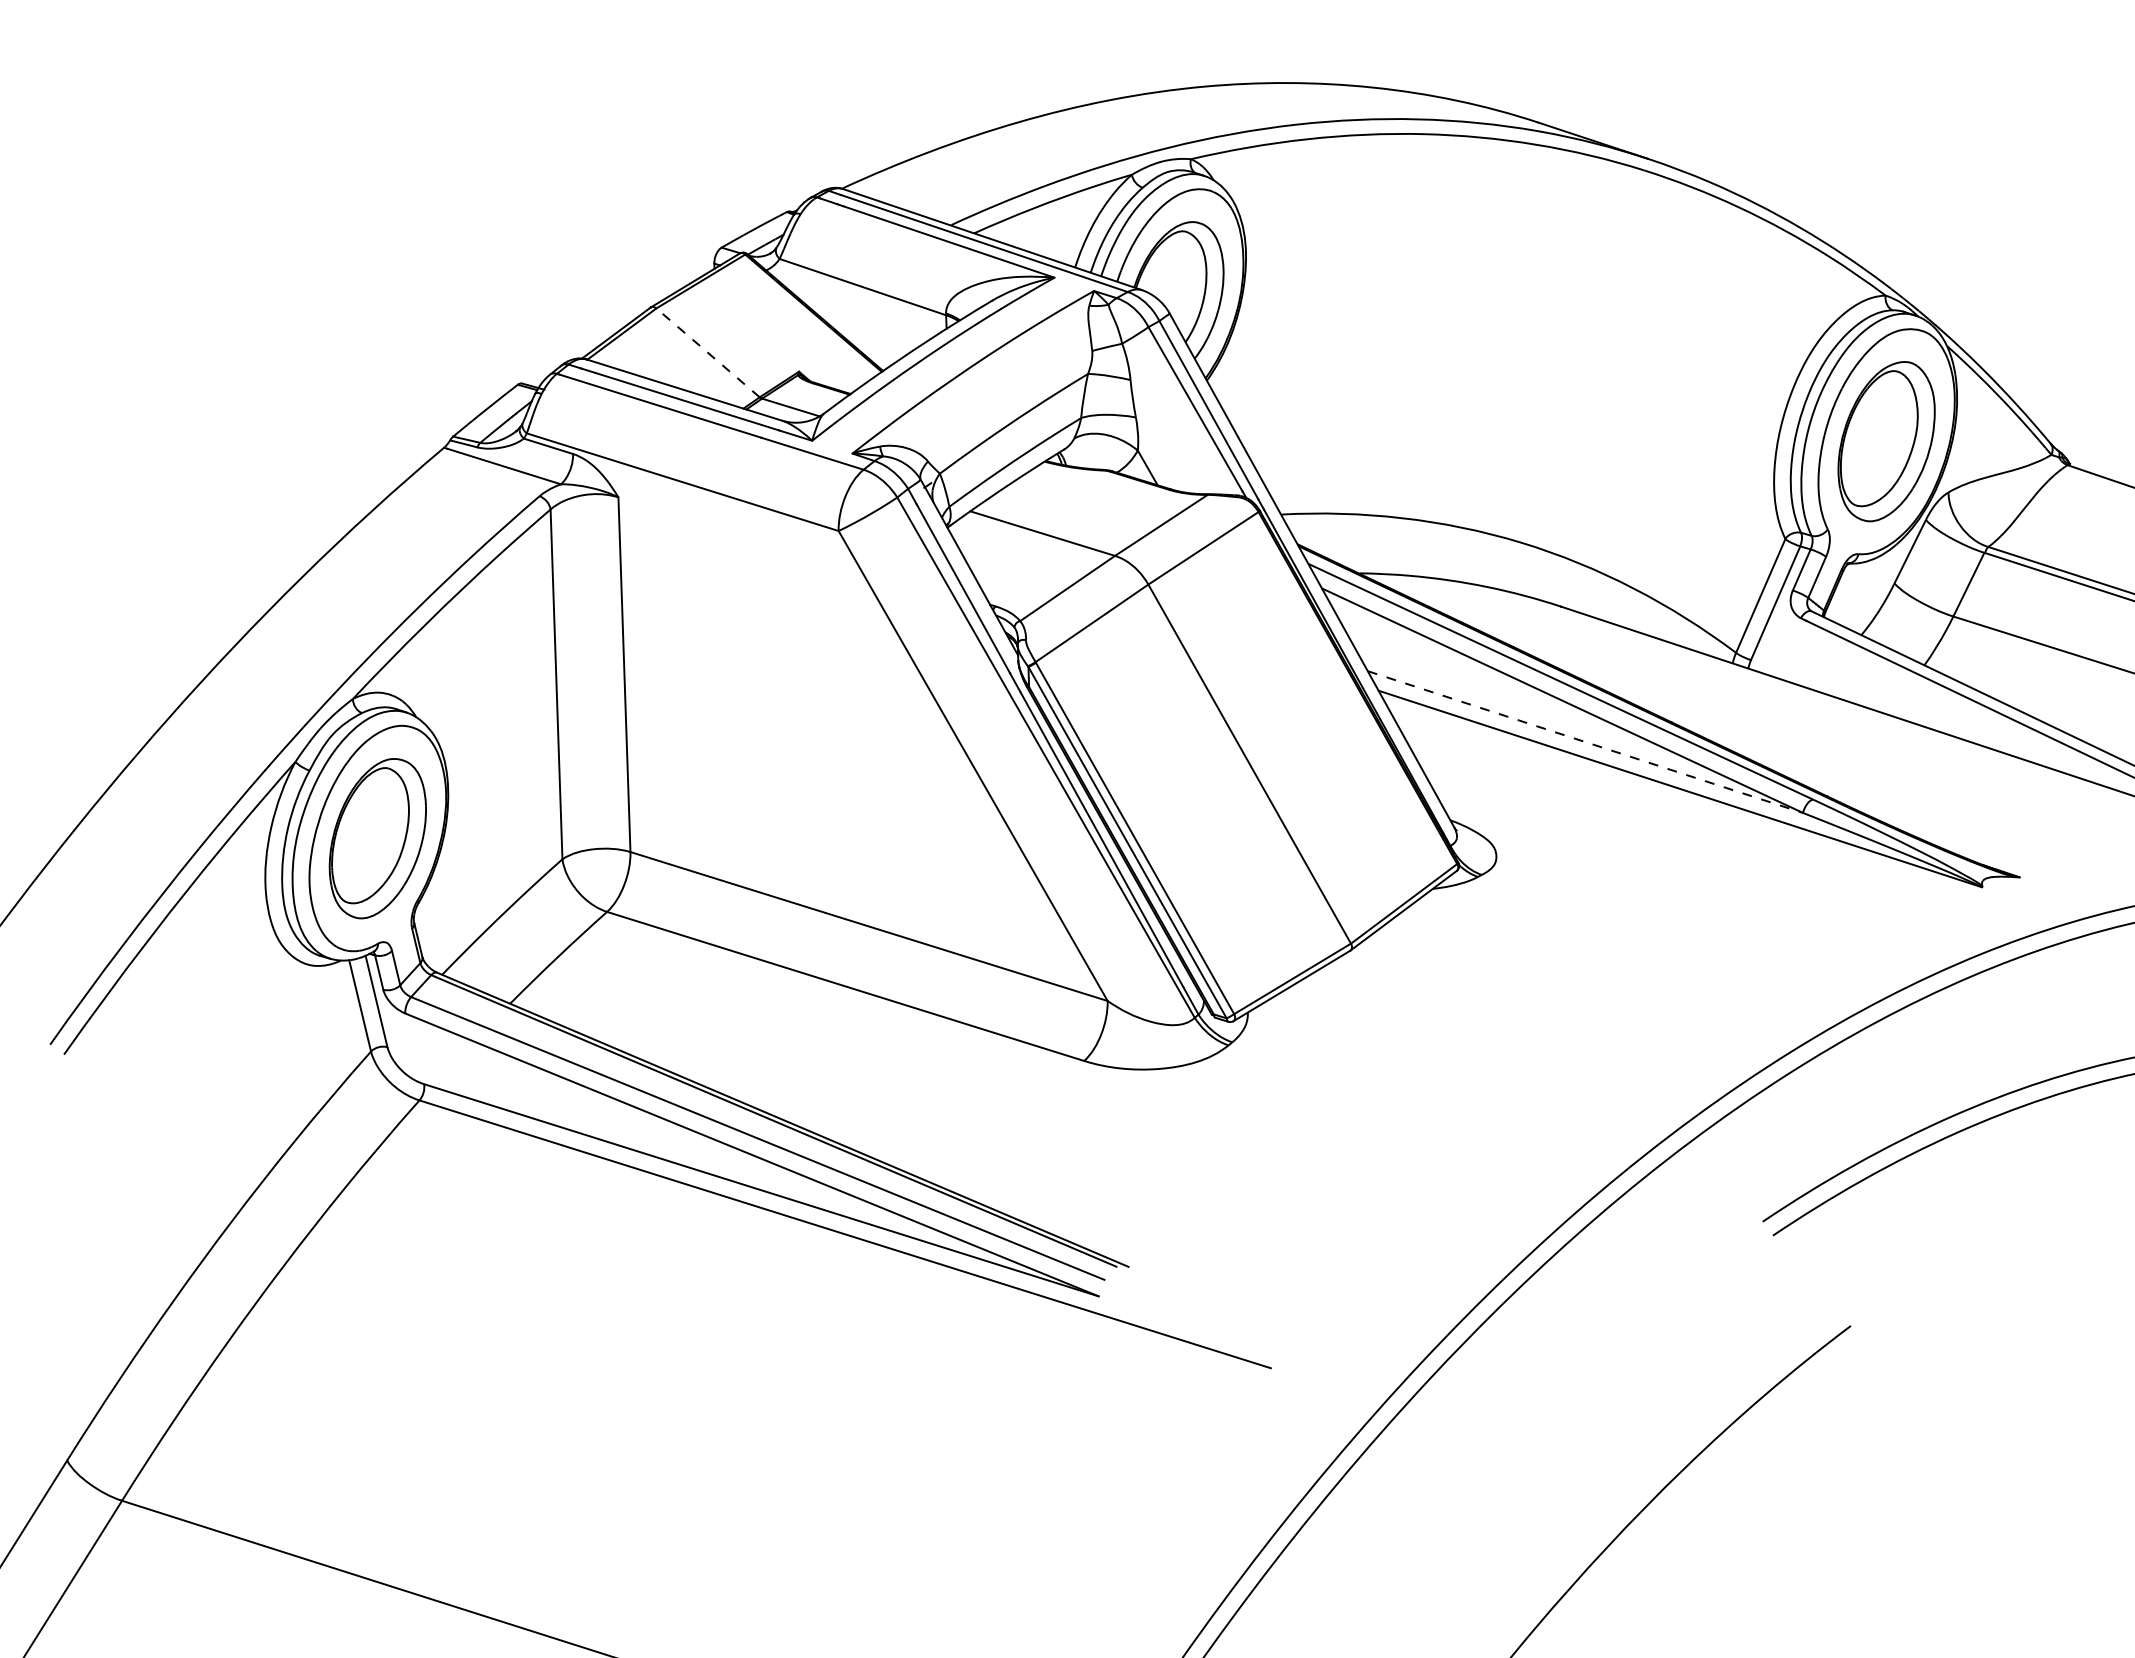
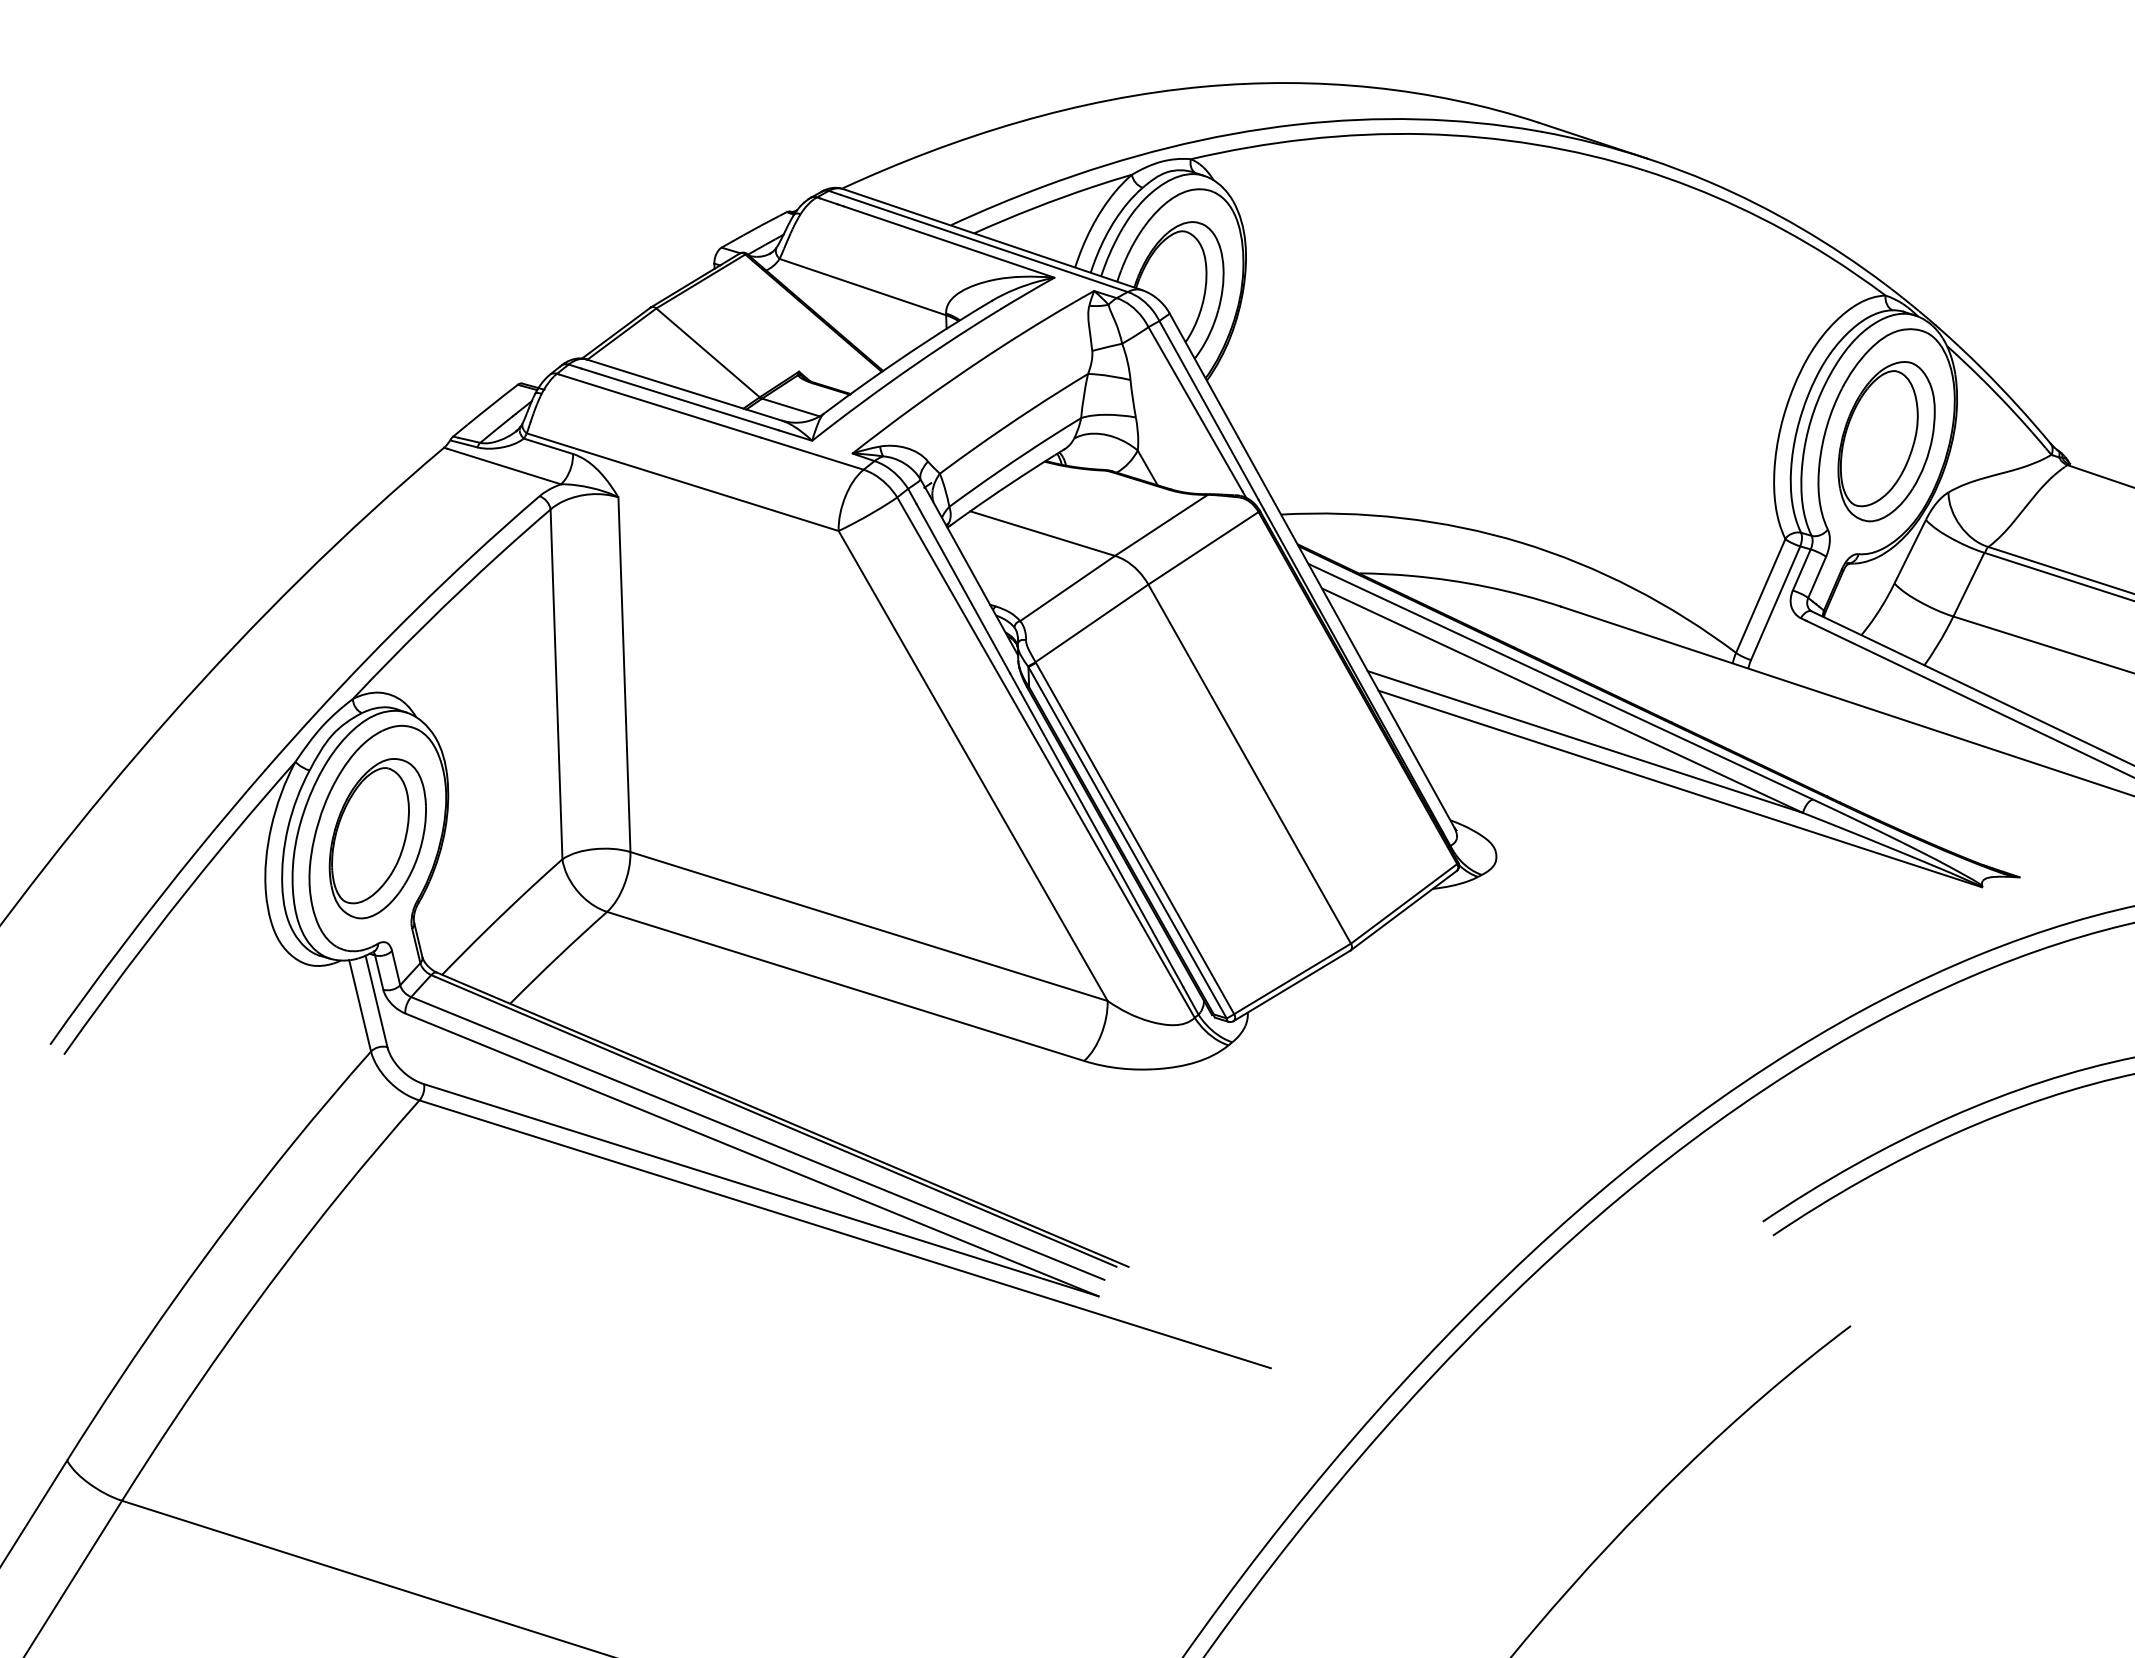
line at (707, 352): dashed -> solid
line at (1585, 742): dashed -> solid
